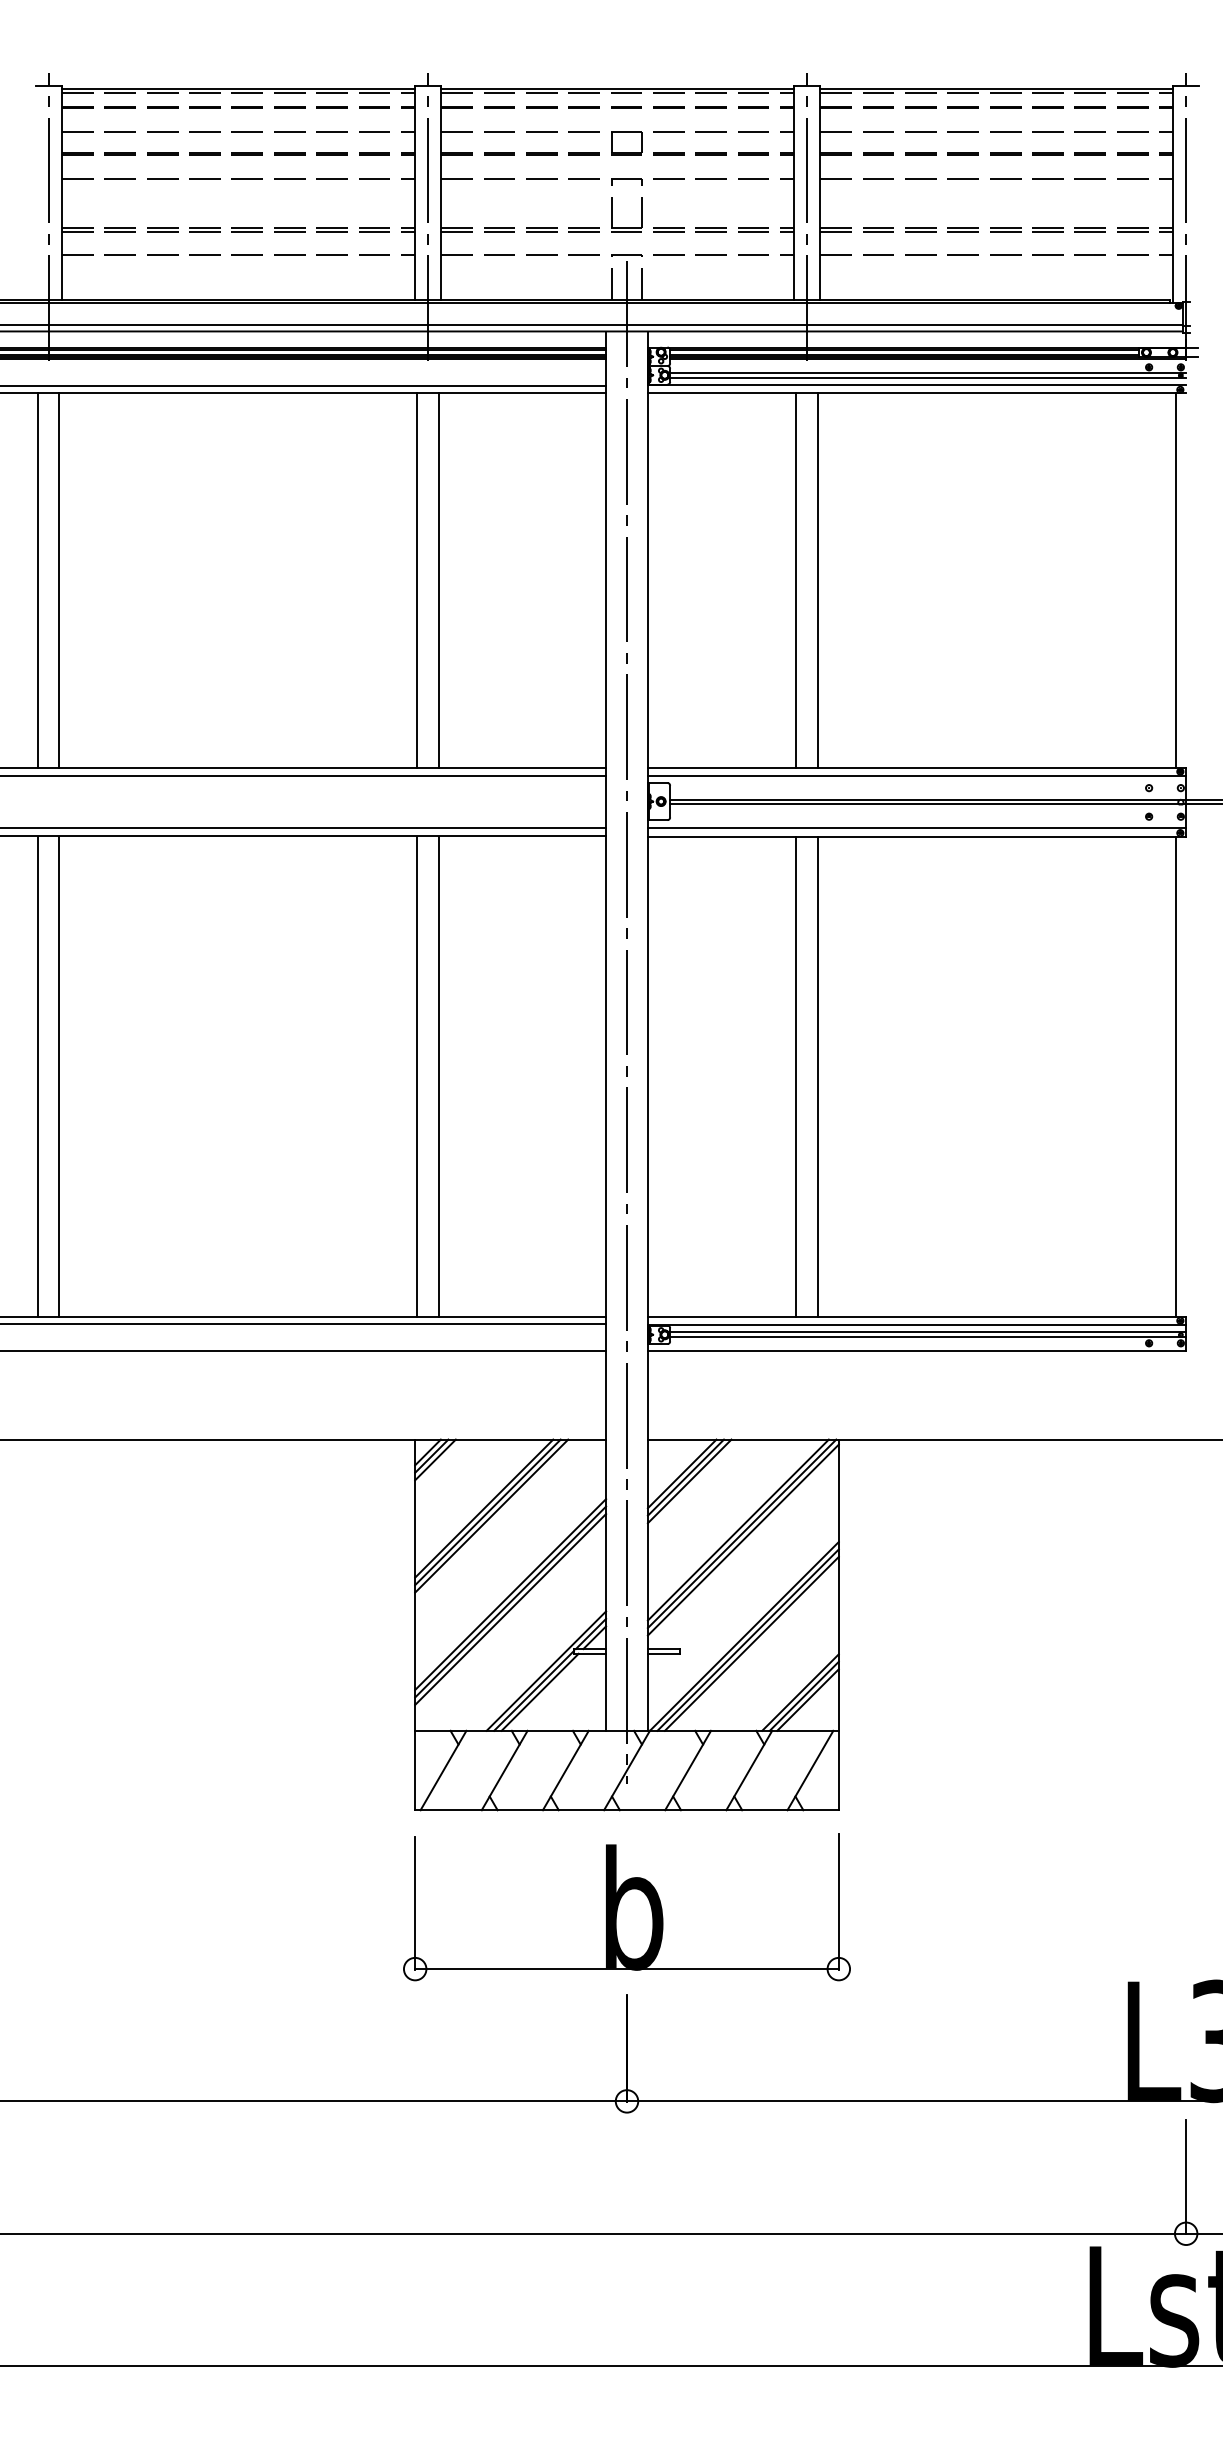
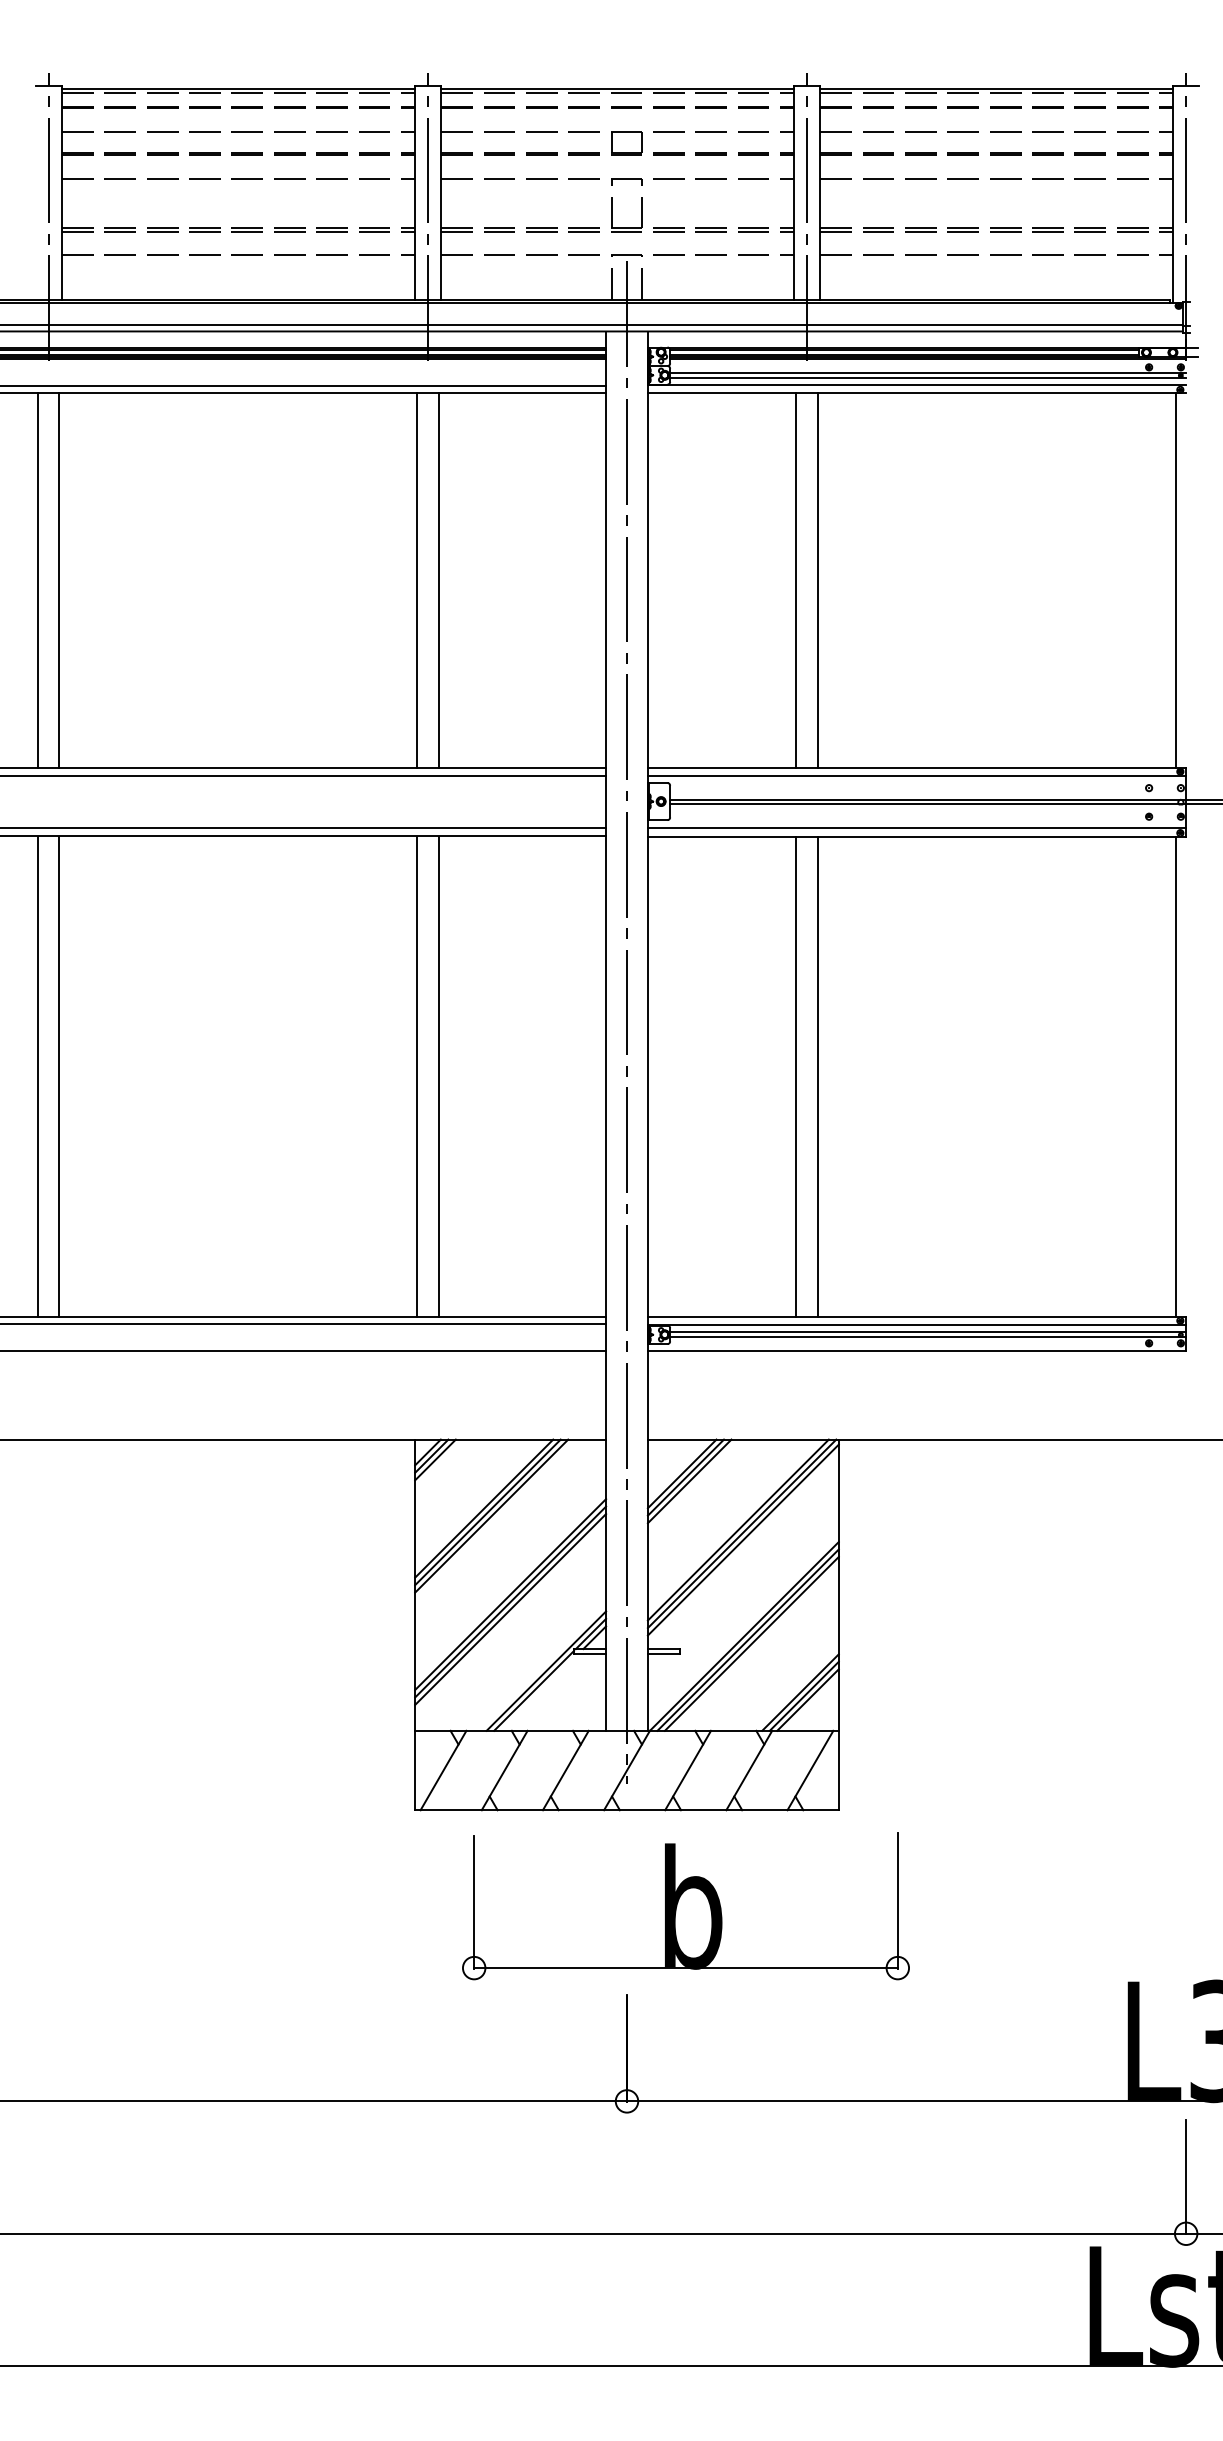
line at (539, 1691): present -> none
part at (626, 1907) position: (626, 1907) -> (685, 1906)
